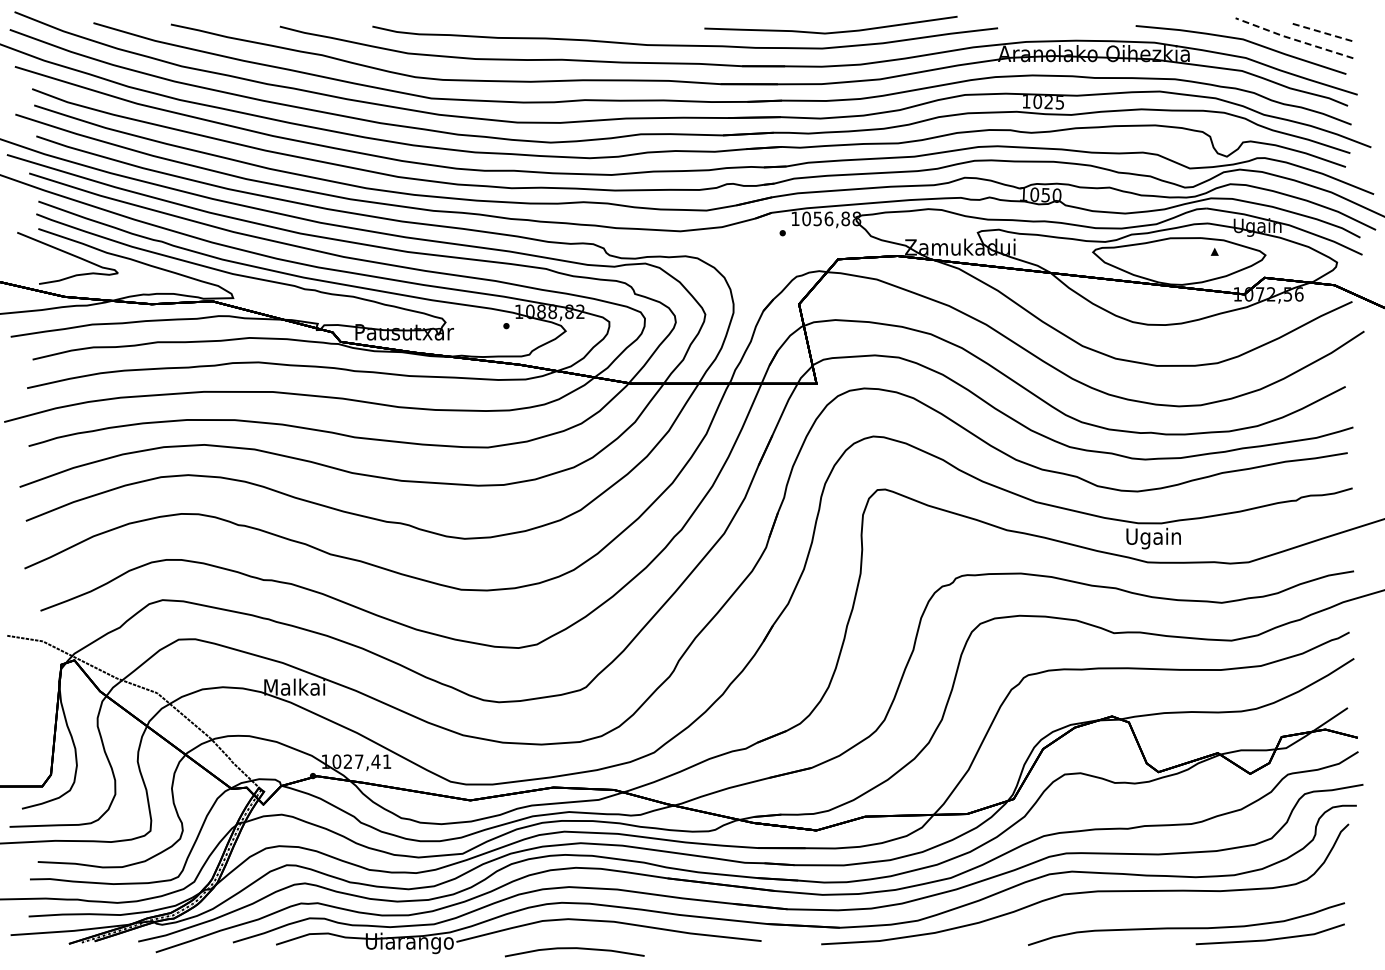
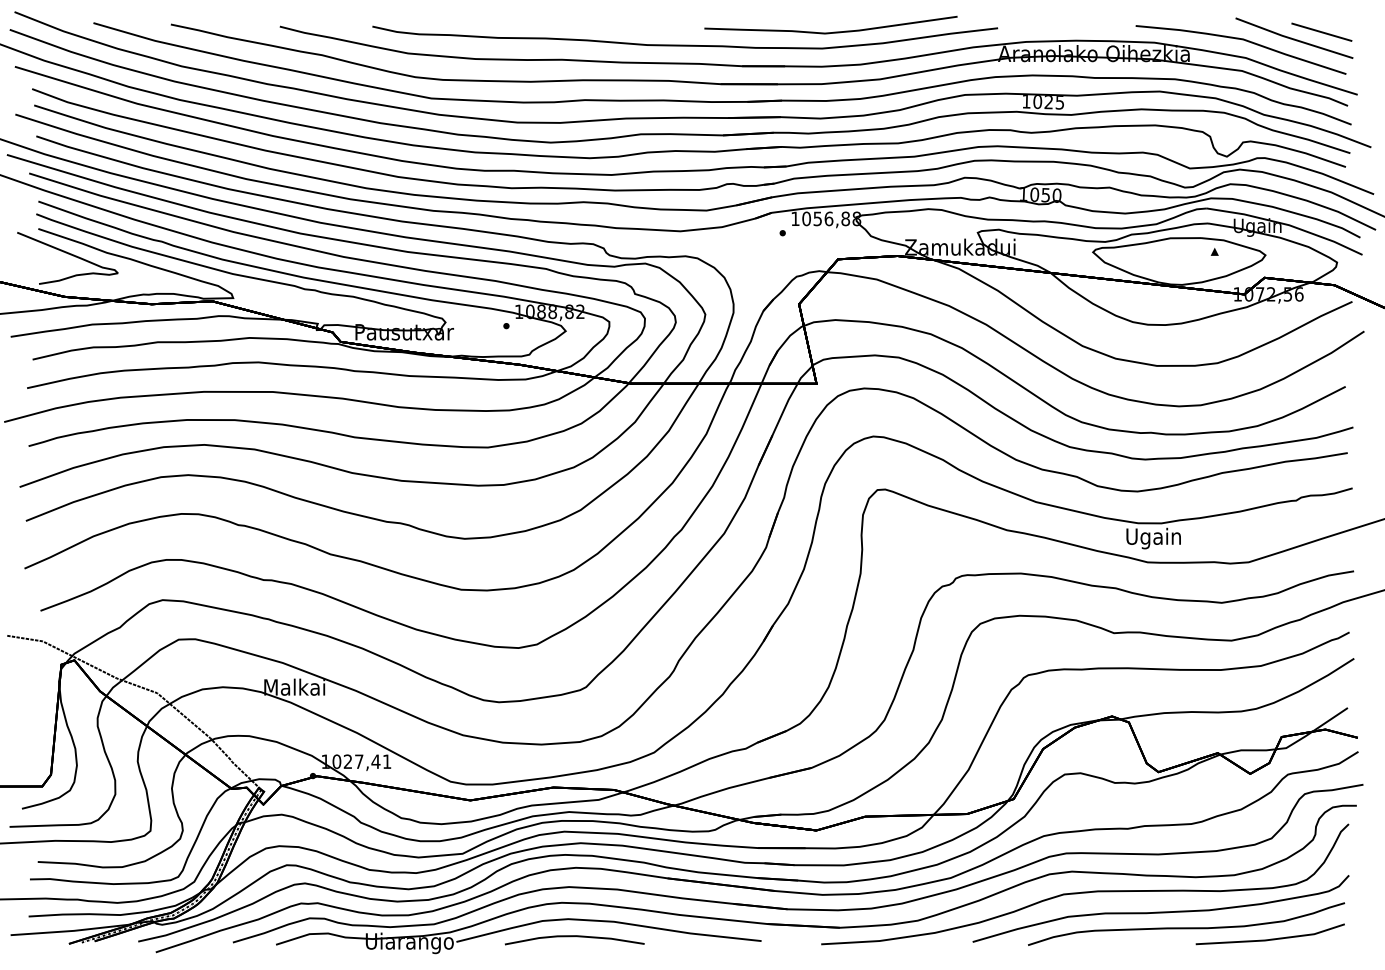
line at (1321, 32): dashed -> solid
line at (1293, 39): dashed -> solid
curve at (1160, 911): none -> present
curve at (574, 949) position: (574, 949) -> (574, 937)
